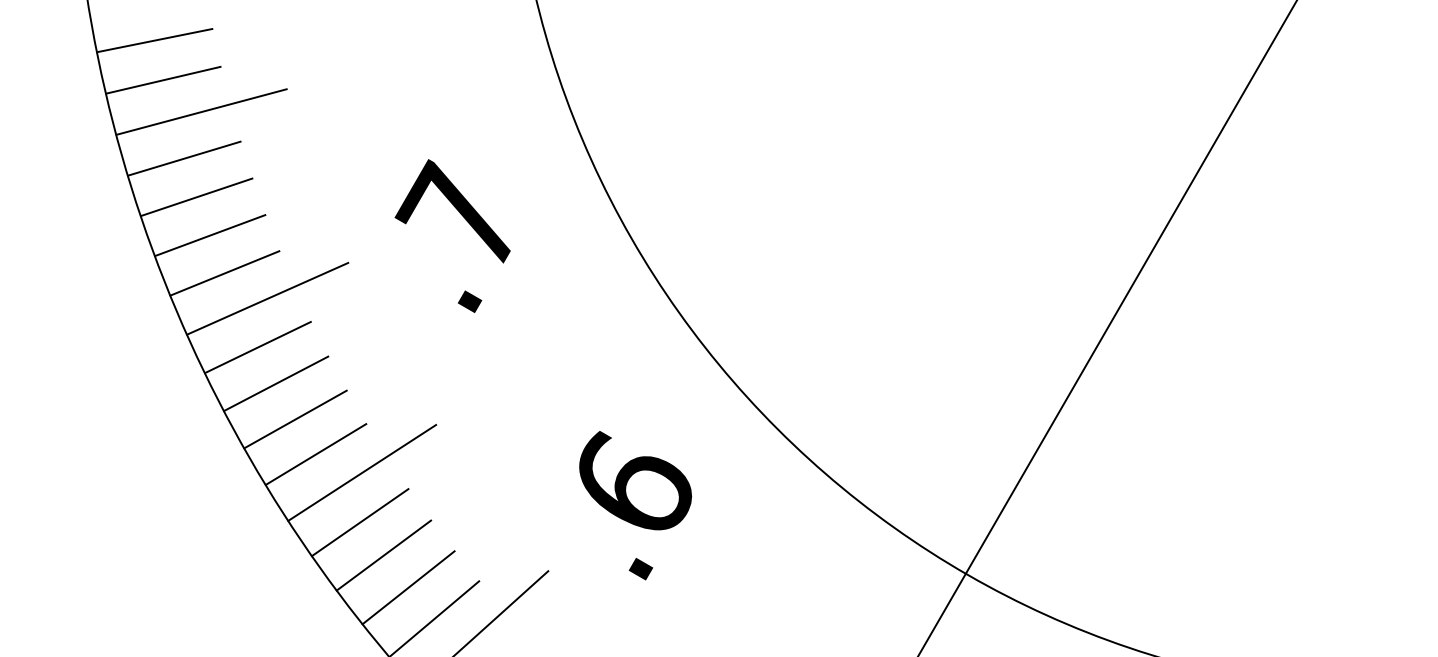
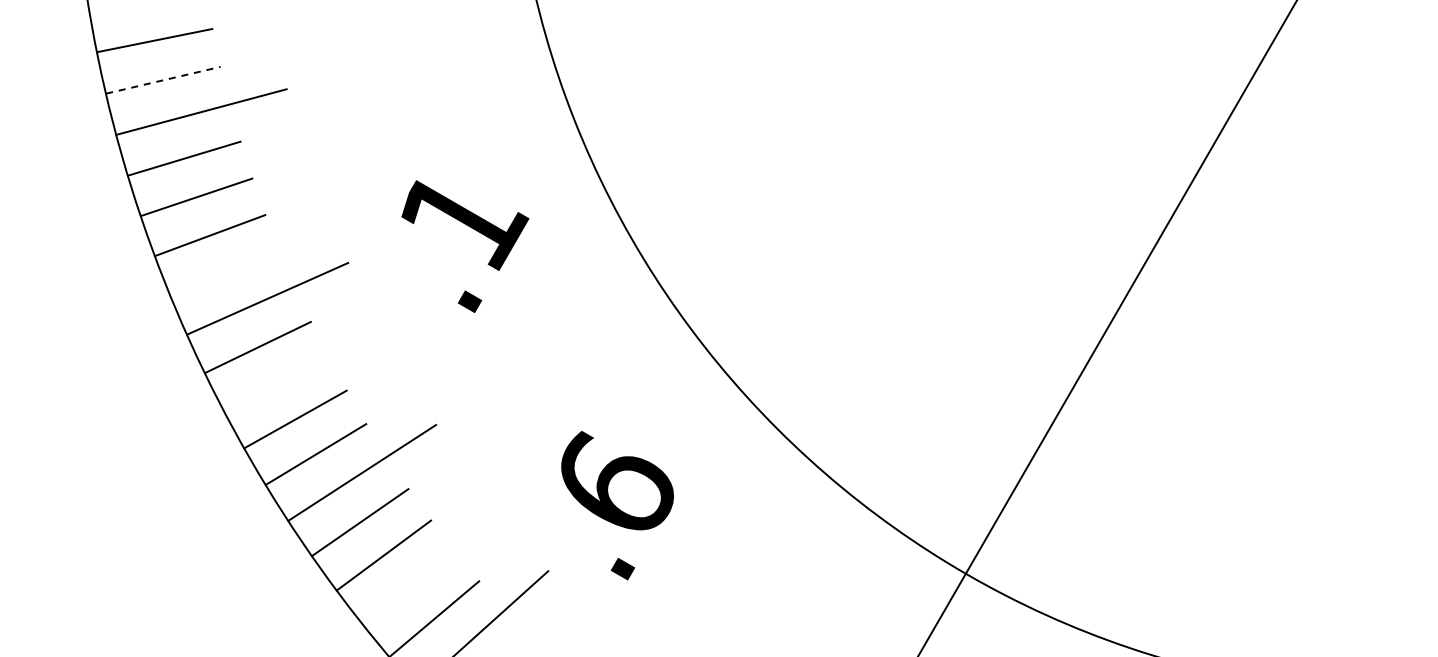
line at (163, 80): solid -> dashed
text at (461, 214): .7 -> .1
line at (224, 273): present -> none
line at (276, 383): present -> none
text at (635, 505) position: (635, 505) -> (617, 505)
line at (408, 587): present -> none
